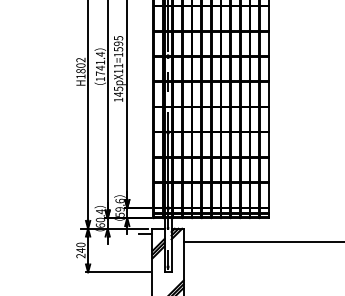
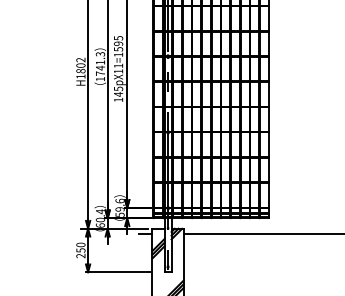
text at (100, 54): 1741.4 -> 1741.3
line at (262, 241) position: (262, 241) -> (262, 233)
text at (80, 250): 240 -> 250
